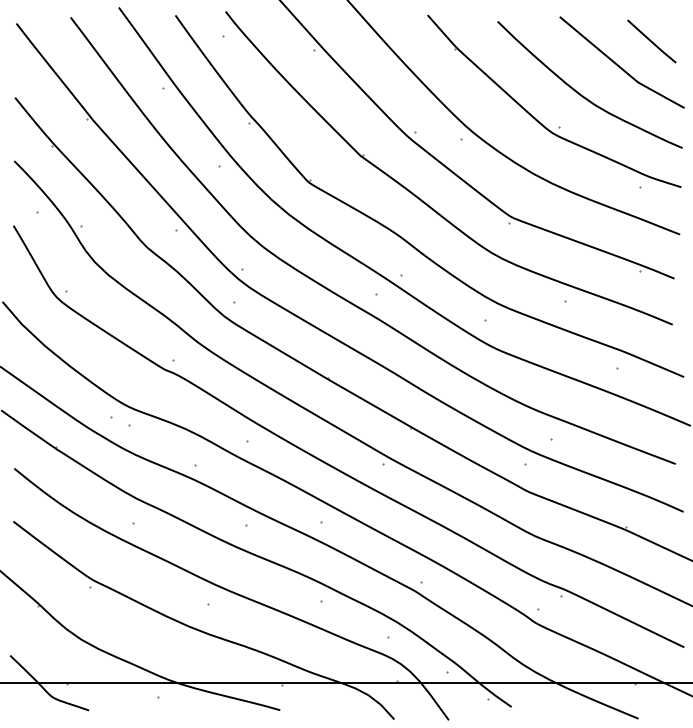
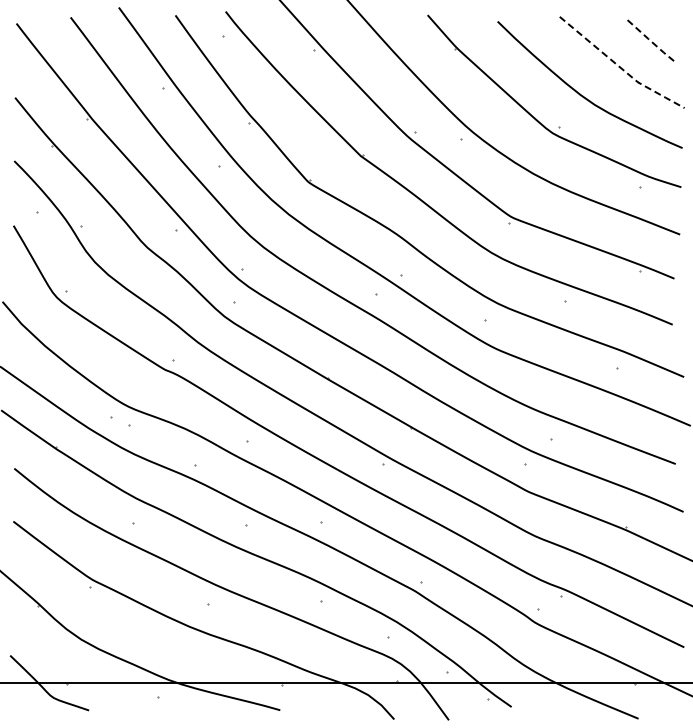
line at (652, 42): solid -> dashed
line at (620, 67): solid -> dashed
